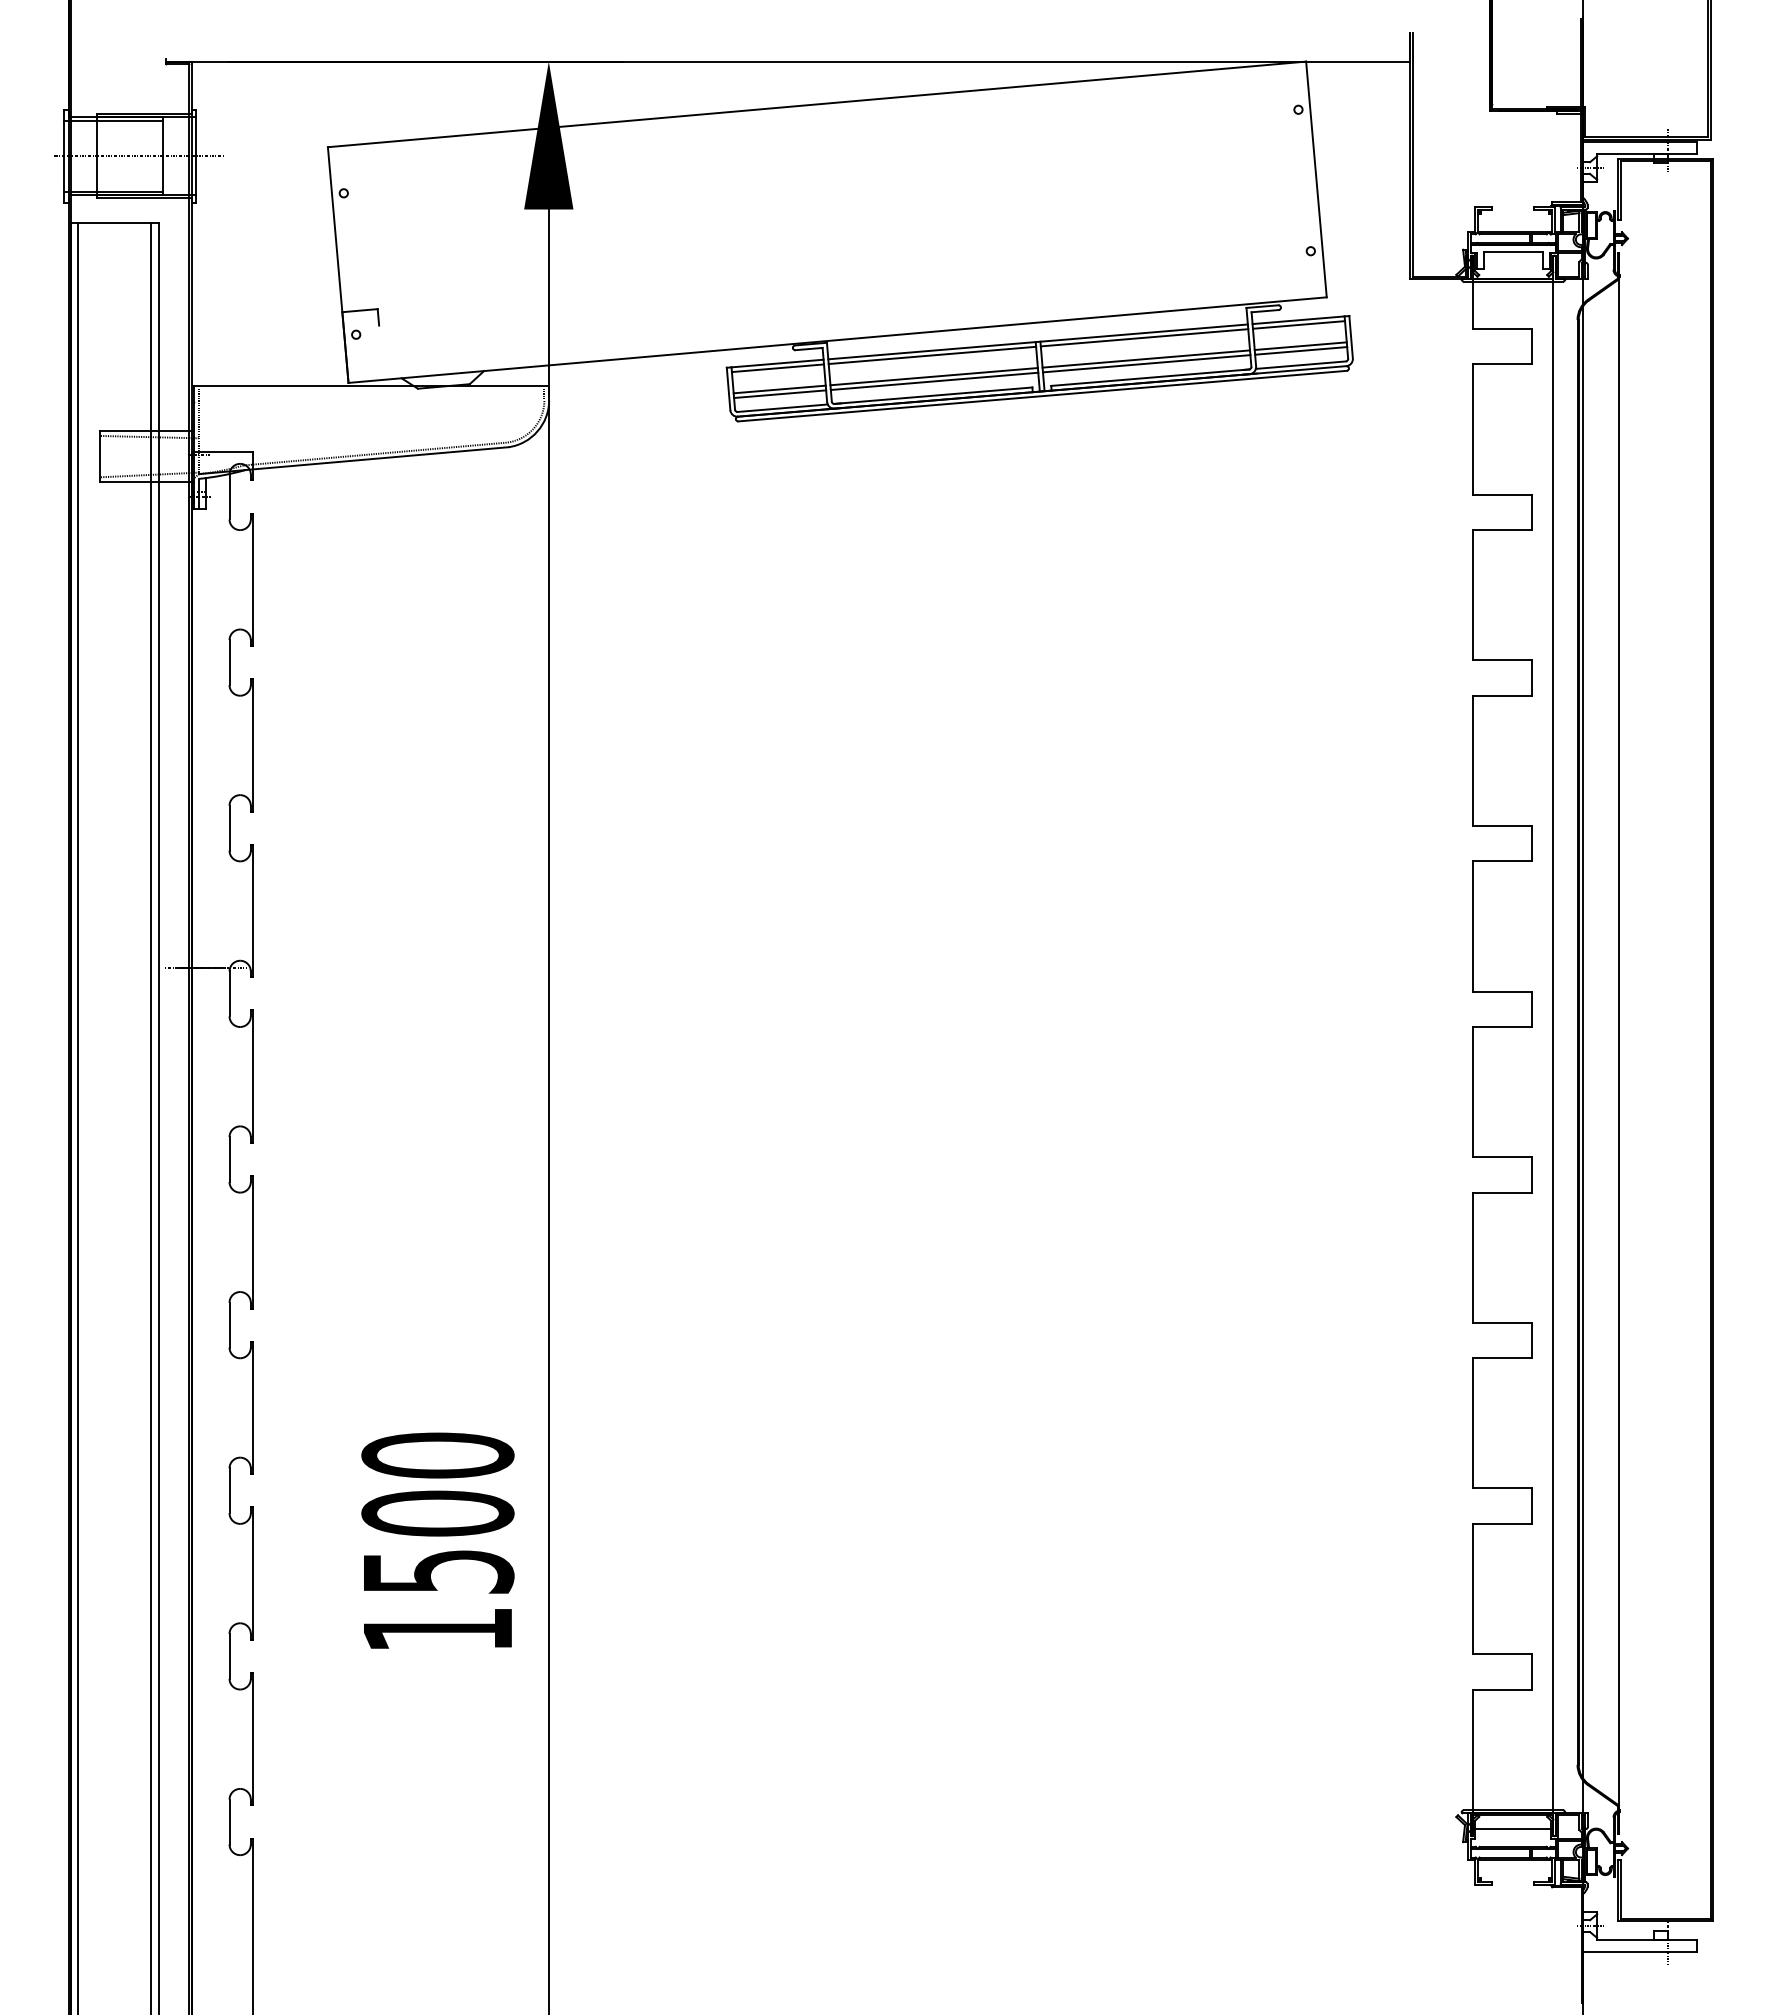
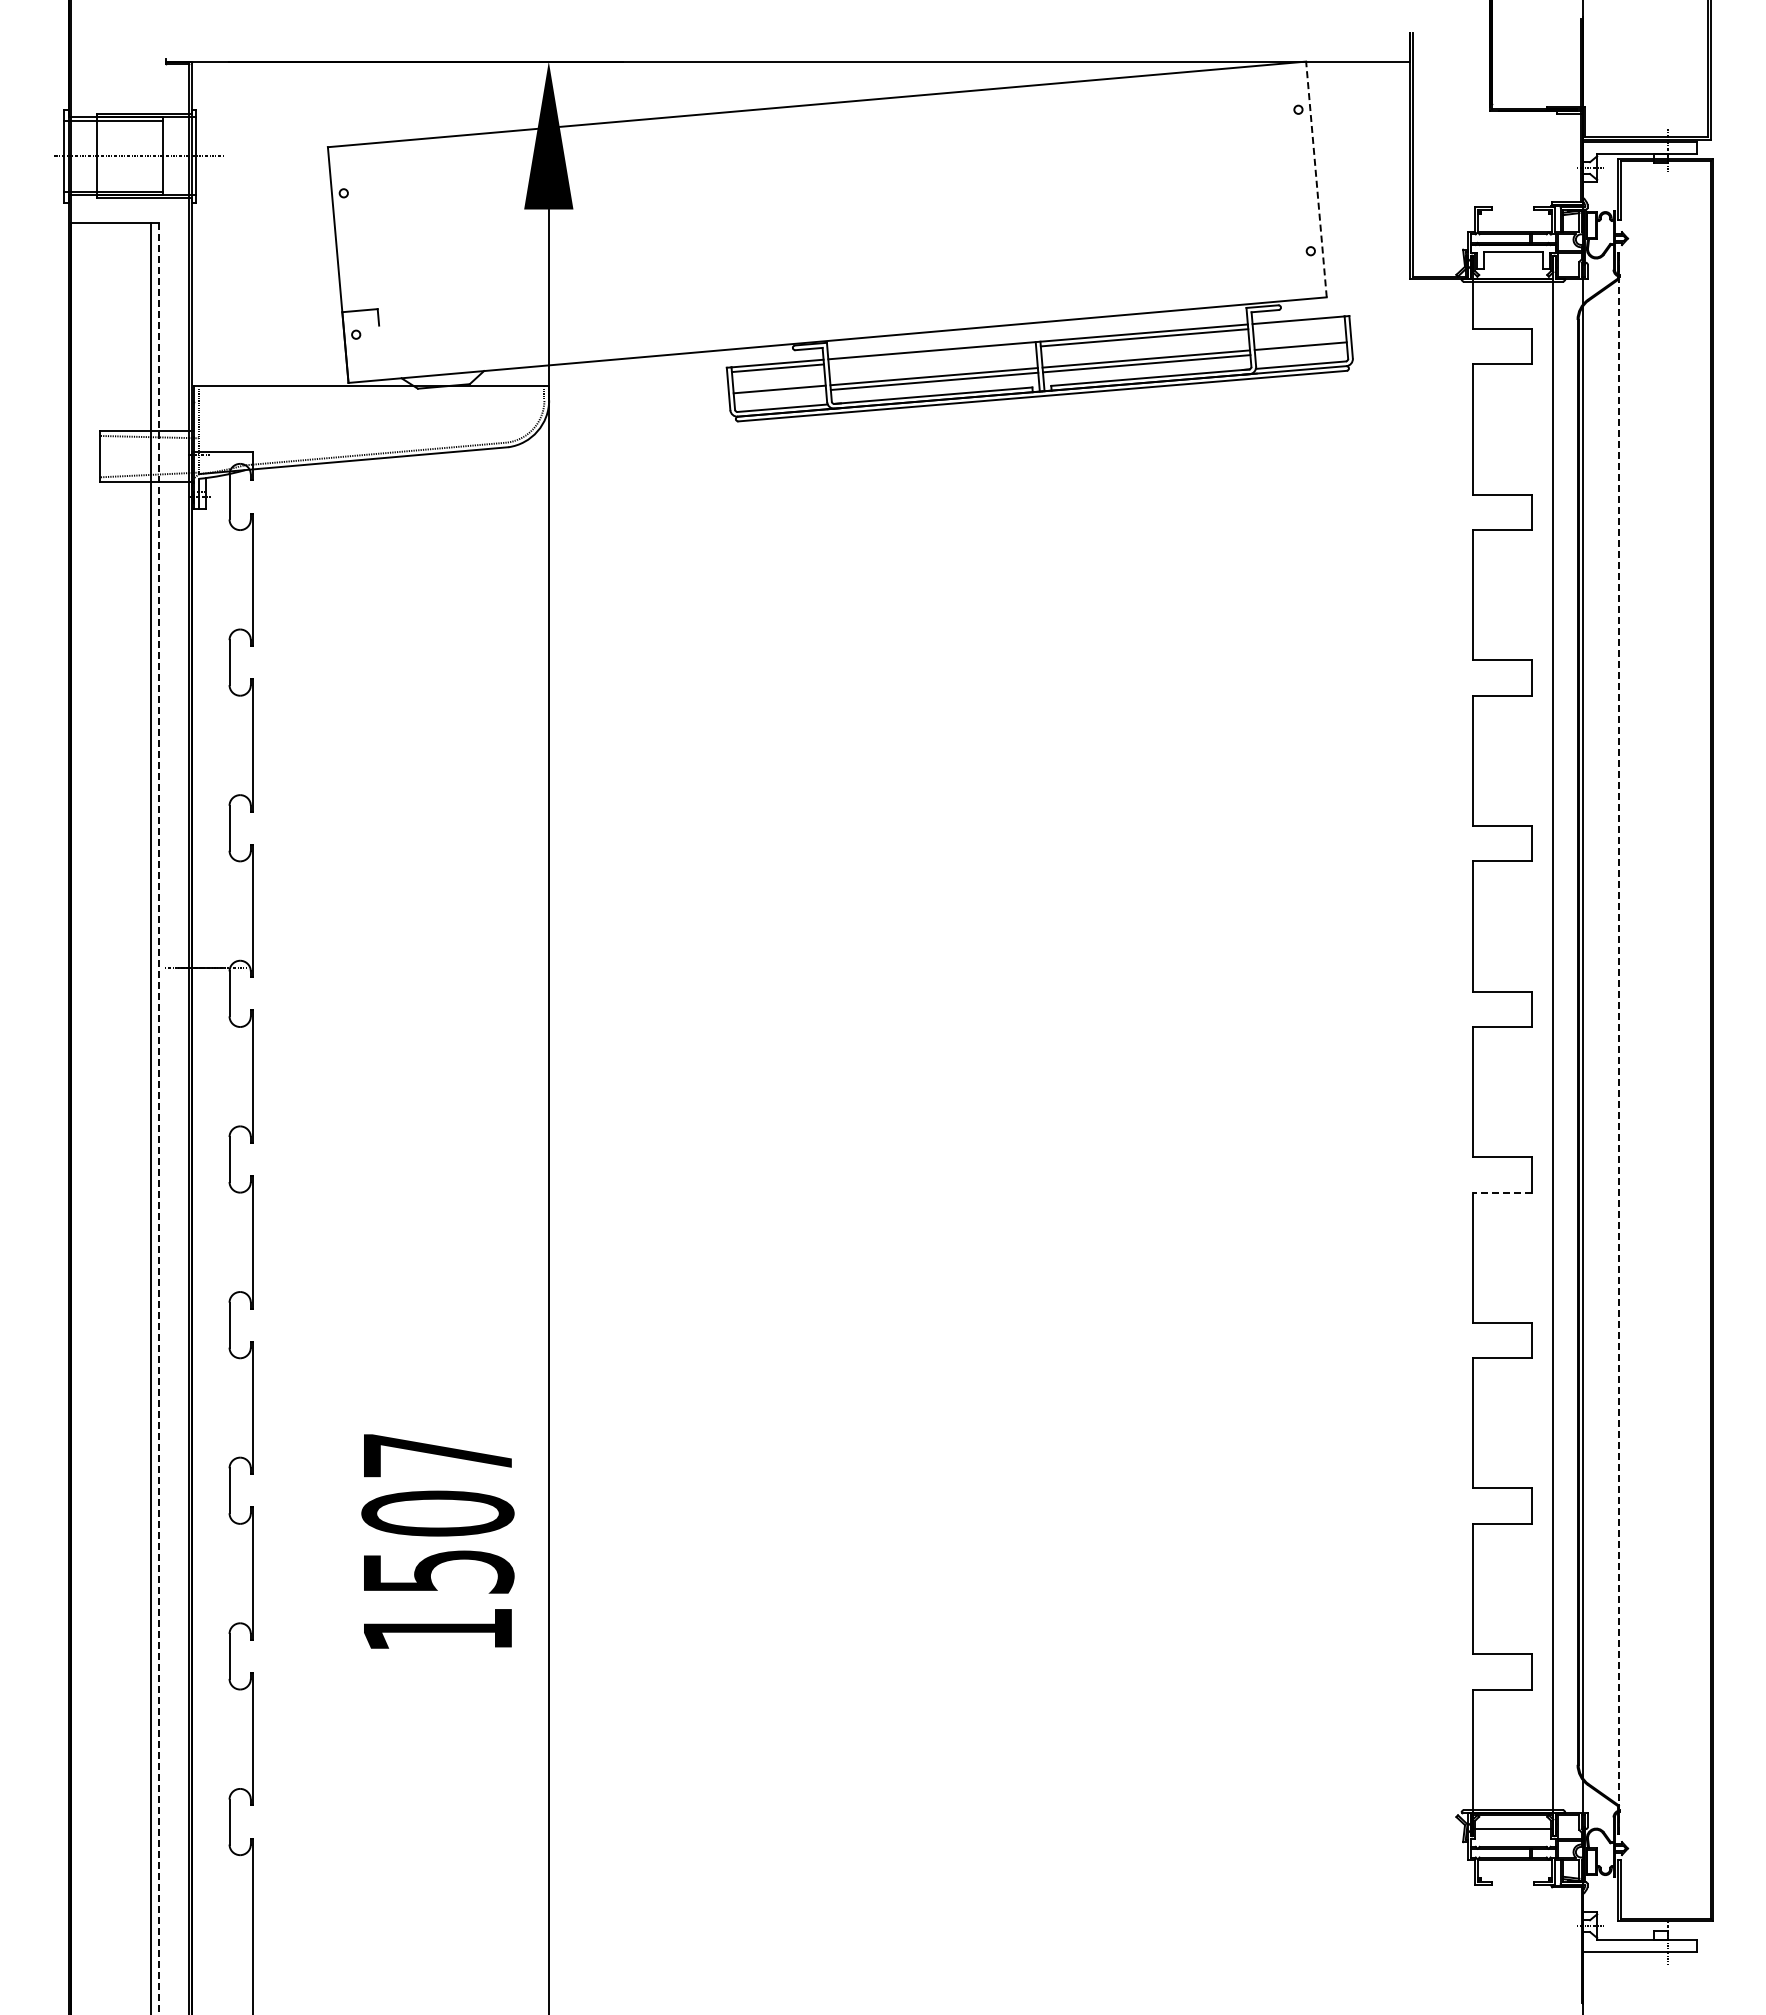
line at (1316, 178): solid -> dashed
line at (1298, 324): present -> none
line at (1301, 350): present -> none
line at (932, 355): present -> none
line at (780, 394): present -> none
line at (1618, 1043): solid -> dashed
line at (78, 1116): present -> none
line at (158, 1118): solid -> dashed
line at (1502, 1192): solid -> dashed
text at (437, 1455): 1500 -> 1507
